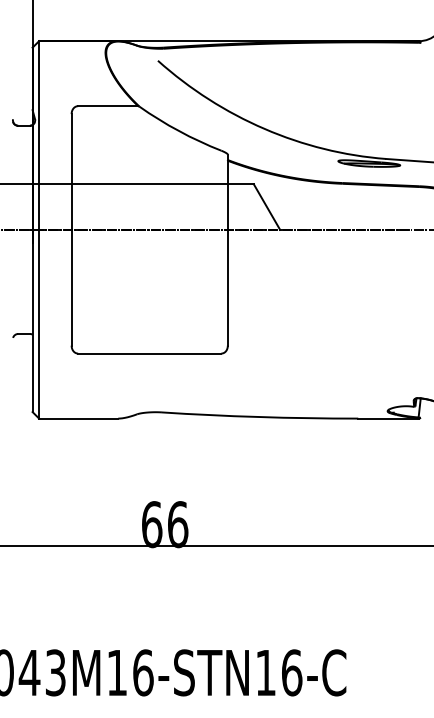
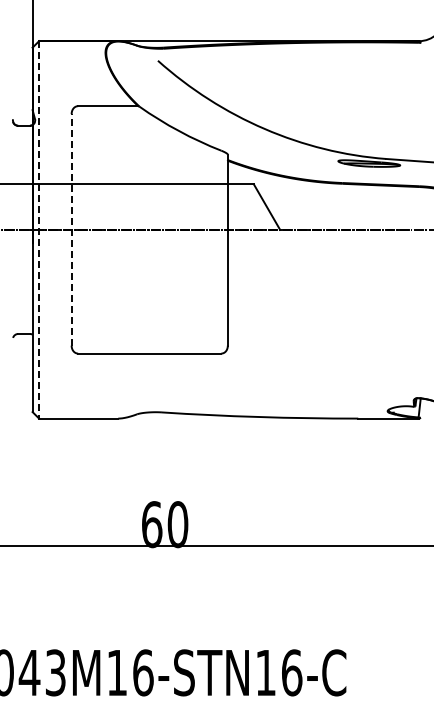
line at (39, 229): solid -> dashed
line at (71, 229): solid -> dashed
text at (177, 524): 66 -> 60
